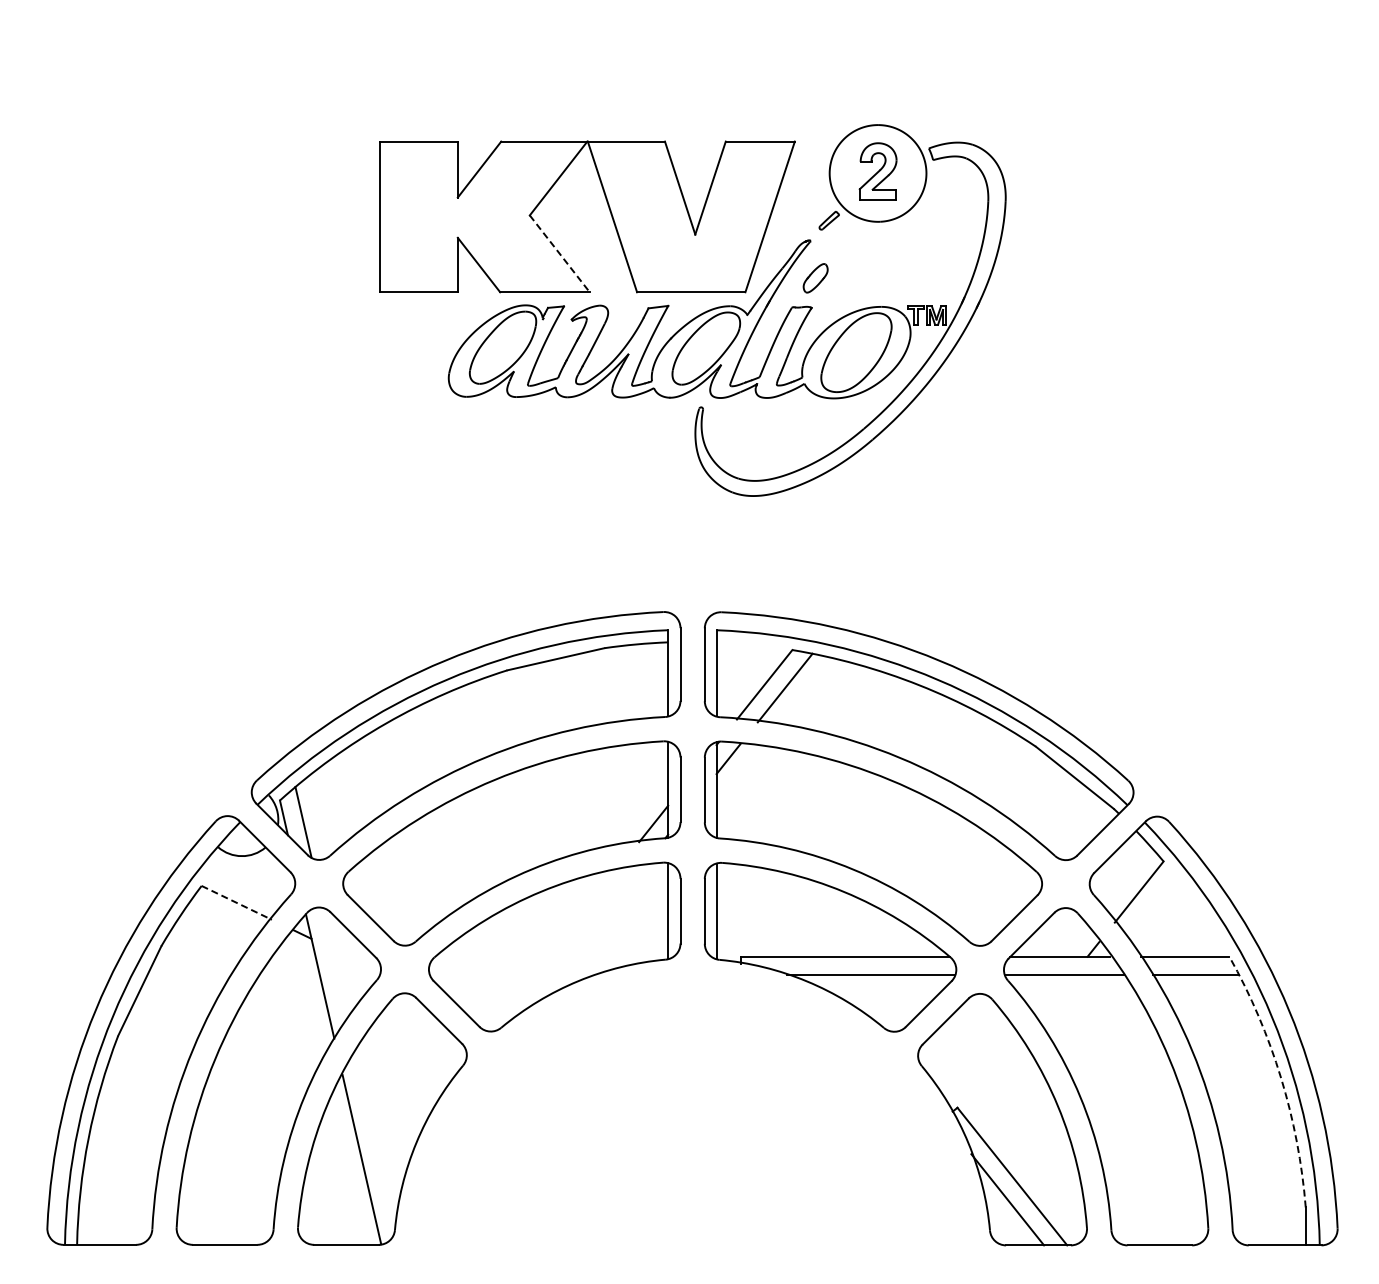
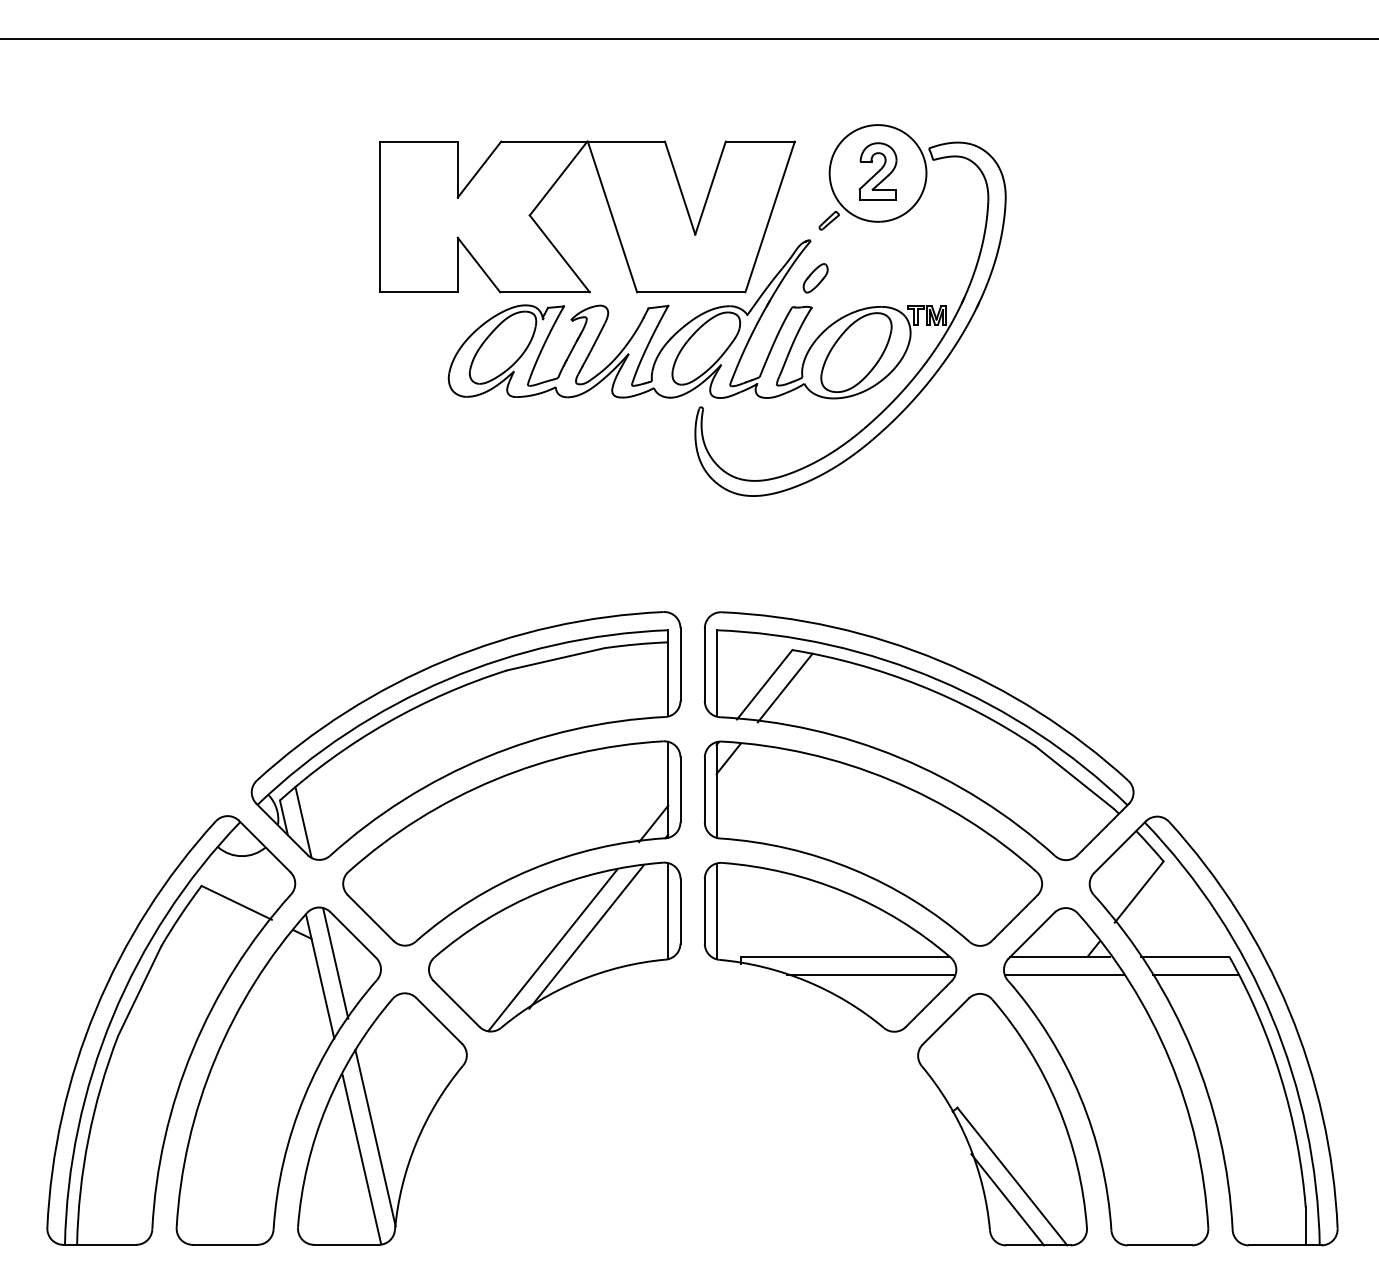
line at (688, 38): none -> present
line at (559, 253): dashed -> solid
line at (236, 902): dashed -> solid
line at (586, 936): none -> present
line at (552, 950): none -> present
line at (335, 963): none -> present
arc at (1281, 1078): dashed -> solid
line at (375, 1137): none -> present
